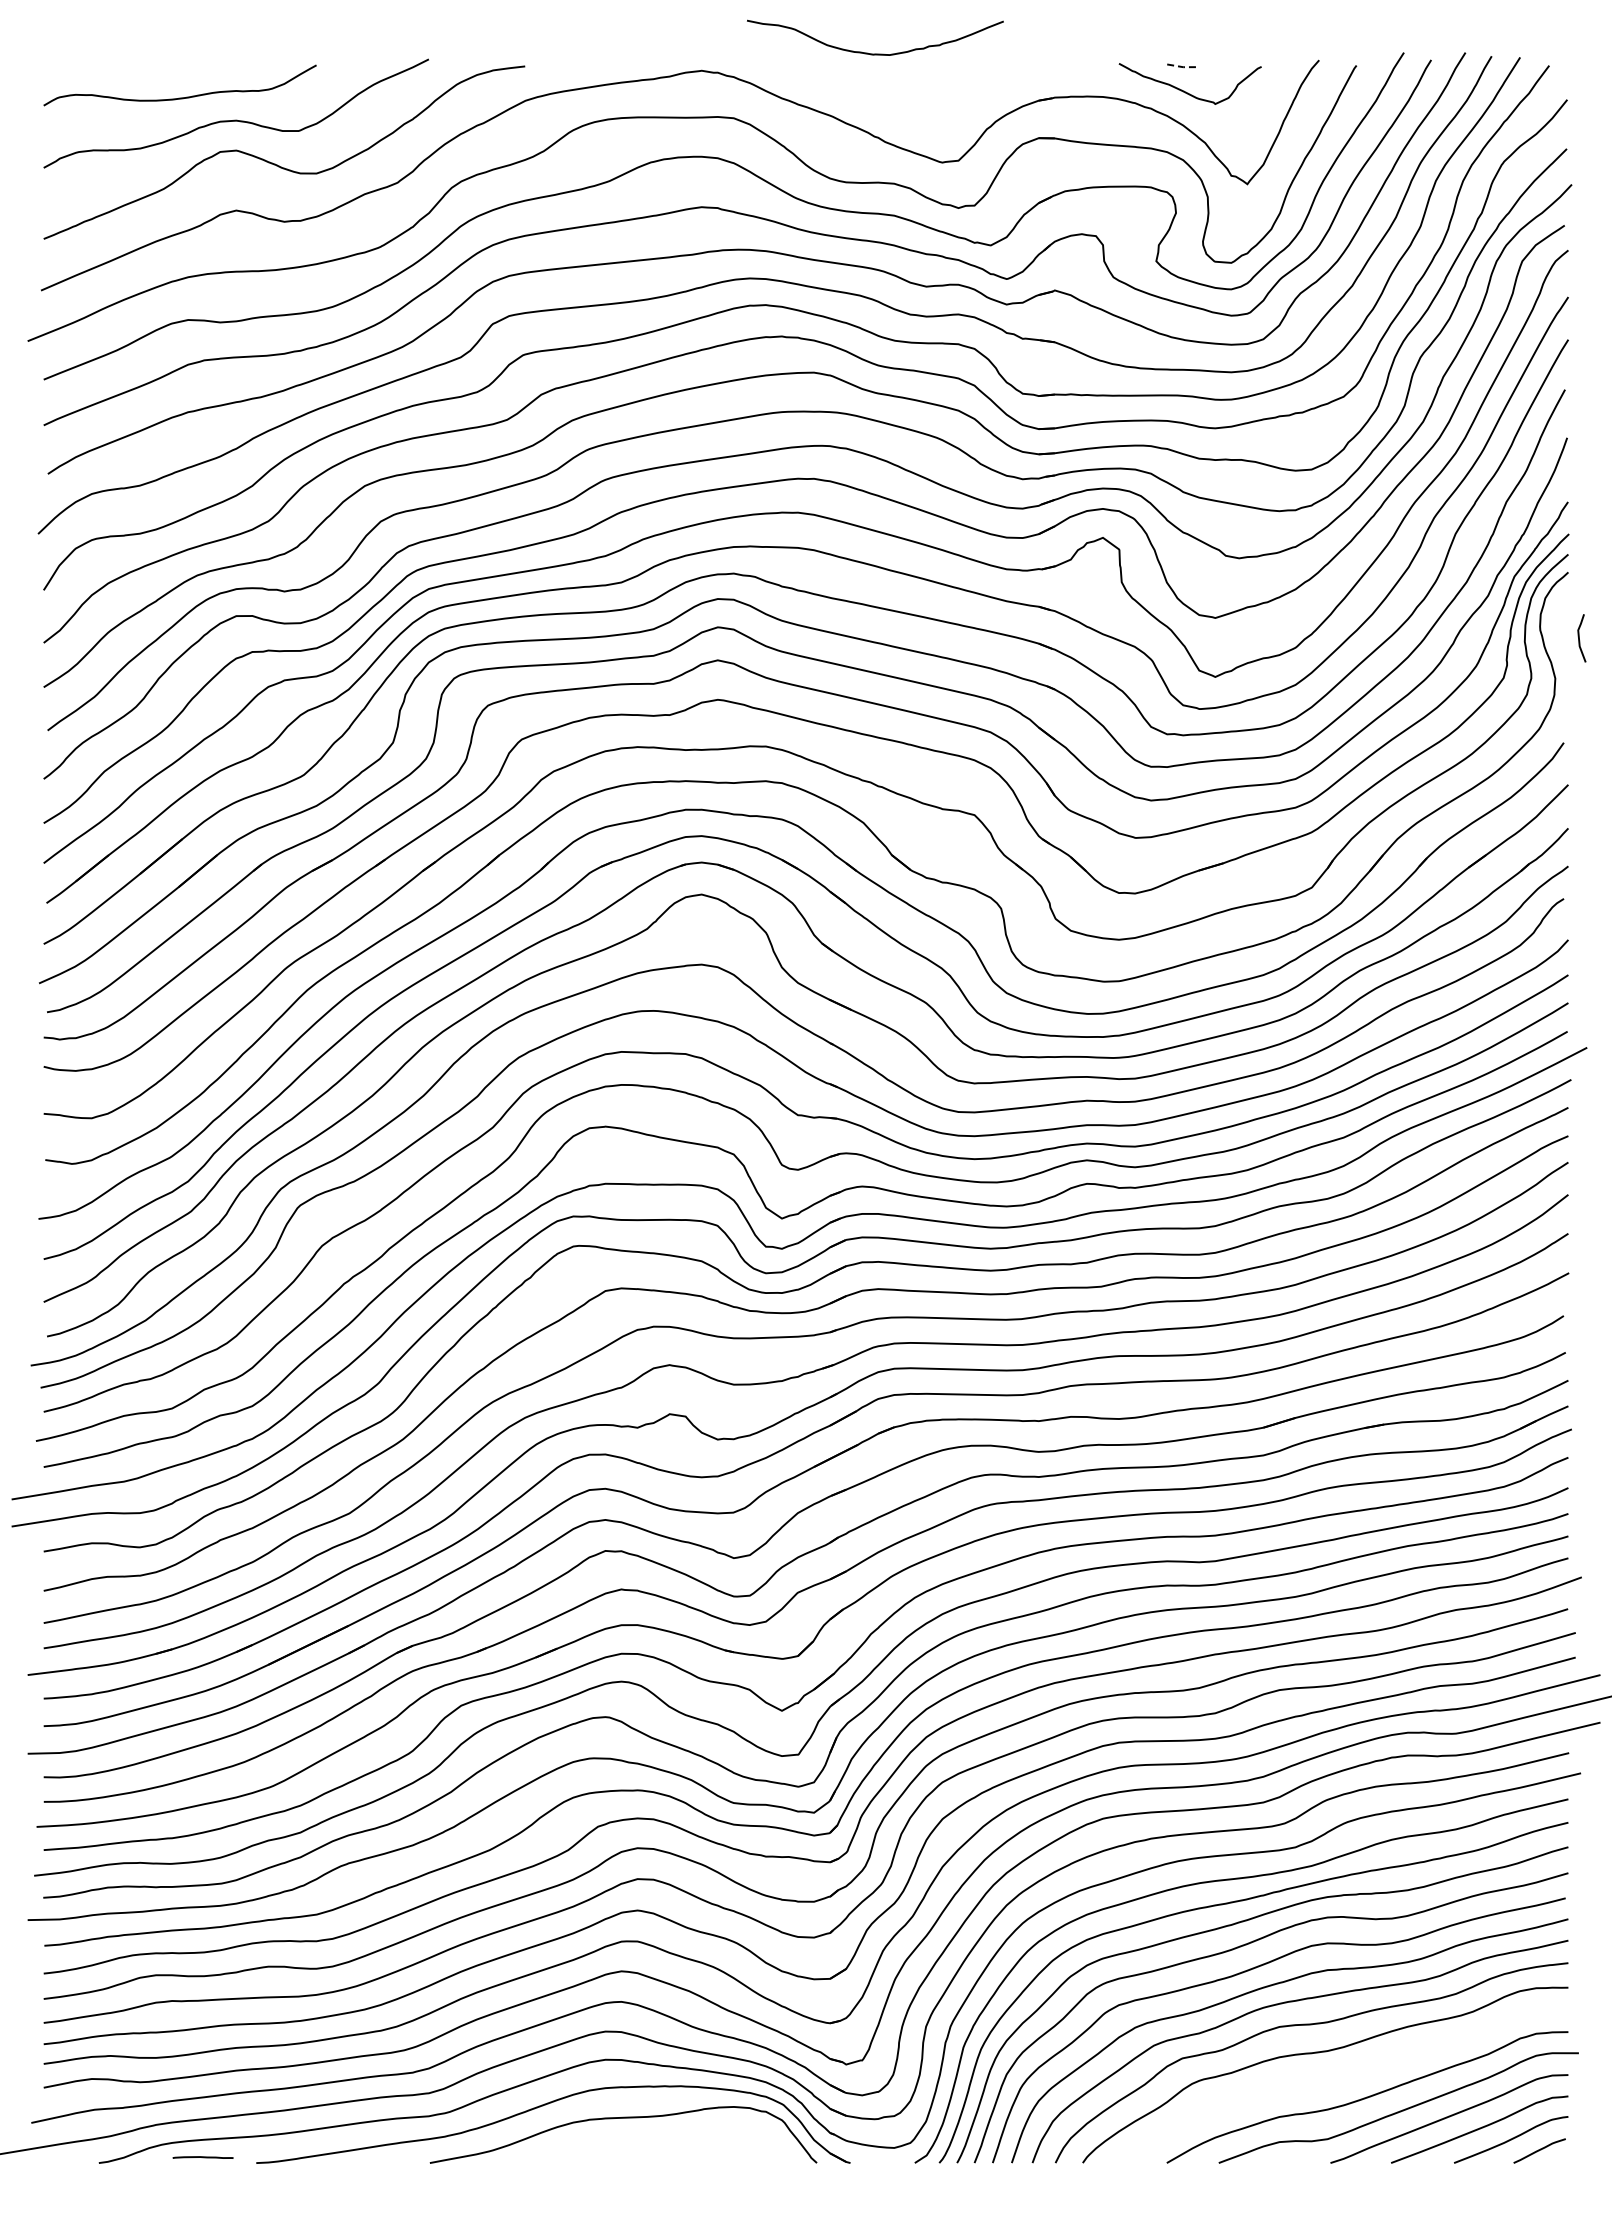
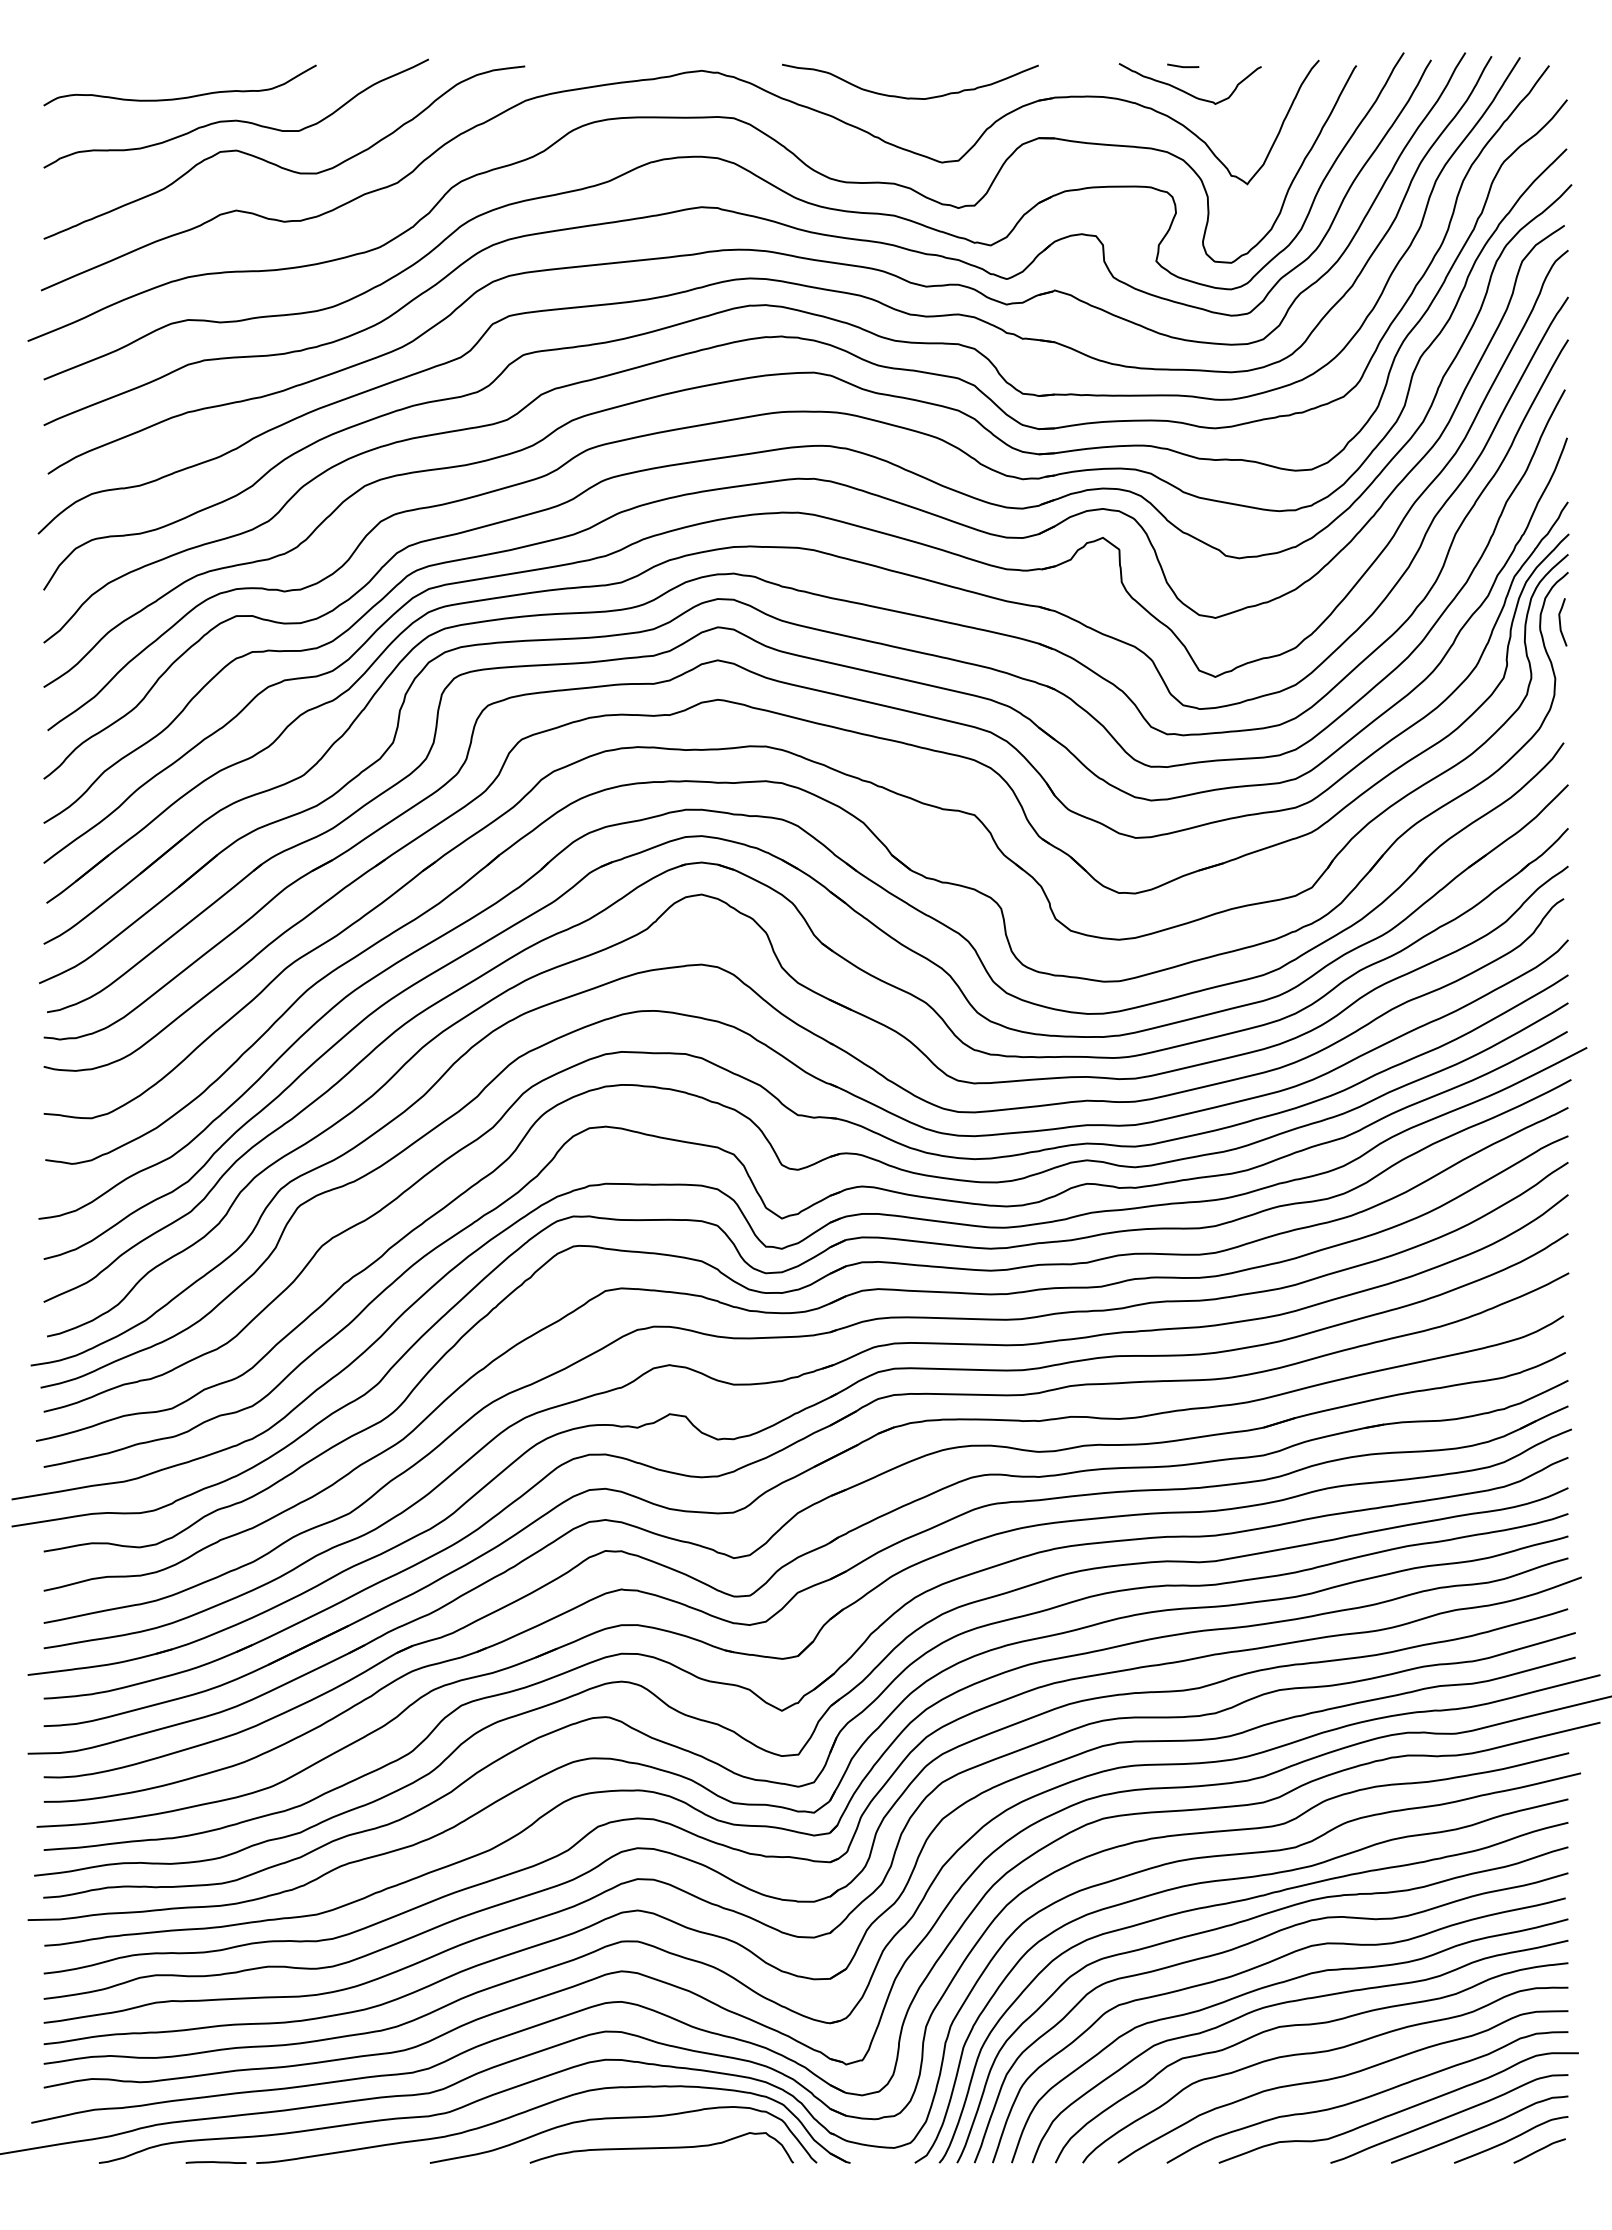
curve at (875, 53) position: (875, 53) -> (910, 97)
line at (1183, 67): dashed -> solid
line at (1579, 638) position: (1579, 638) -> (1560, 622)
curve at (1339, 2078): none -> present
curve at (661, 2147): none -> present
line at (202, 2157) position: (202, 2157) -> (215, 2162)
